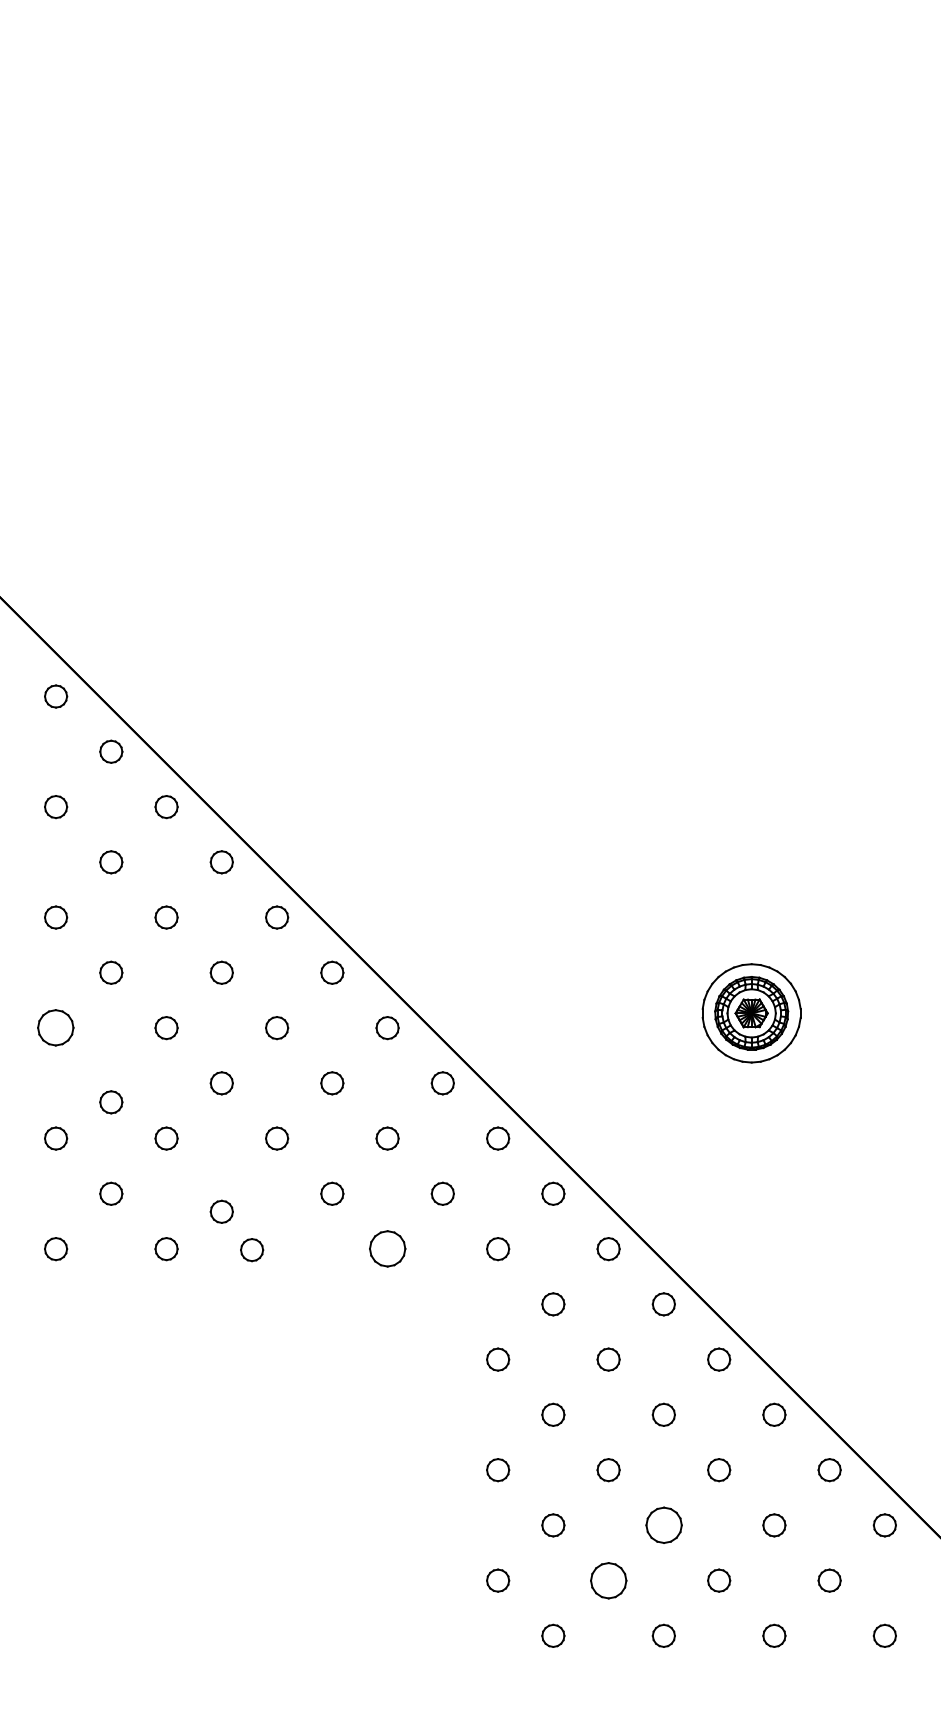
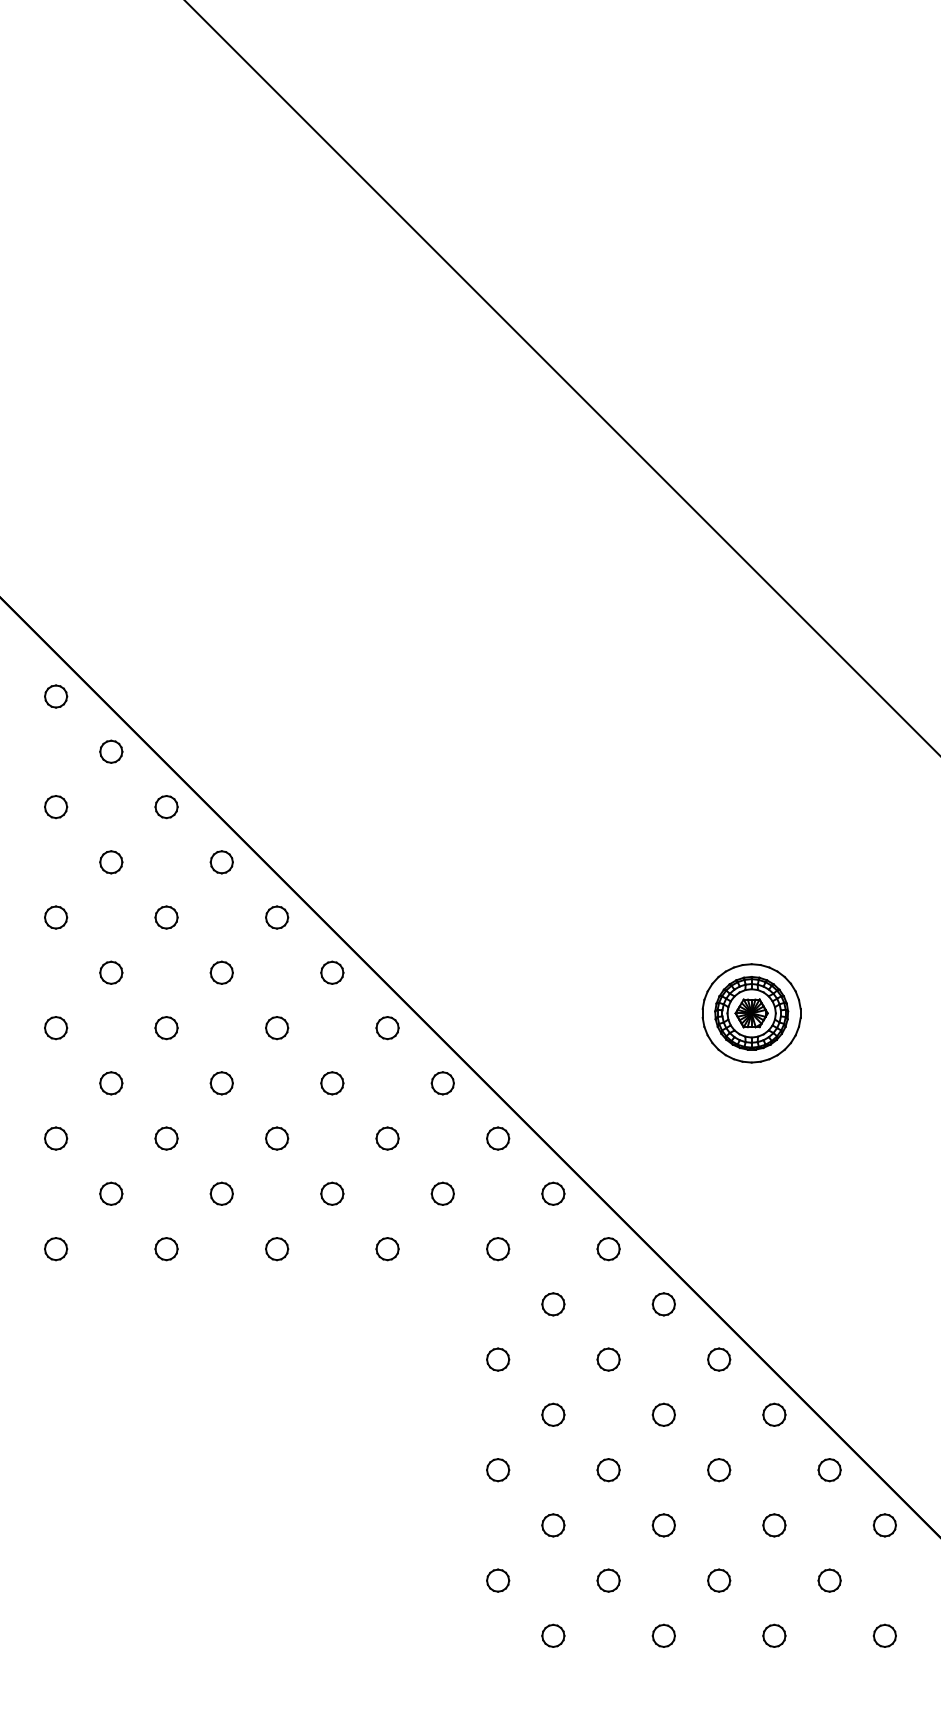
line at (561, 377): none -> present
part at (55, 1027) size: 38x38 px -> 25x25 px
part at (111, 1102) position: (111, 1102) -> (111, 1083)
part at (221, 1211) position: (221, 1211) -> (221, 1193)
part at (387, 1248) size: 38x38 px -> 25x25 px
part at (252, 1250) position: (252, 1250) -> (277, 1249)
part at (663, 1524) size: 38x38 px -> 25x25 px
part at (608, 1580) size: 38x38 px -> 25x25 px
